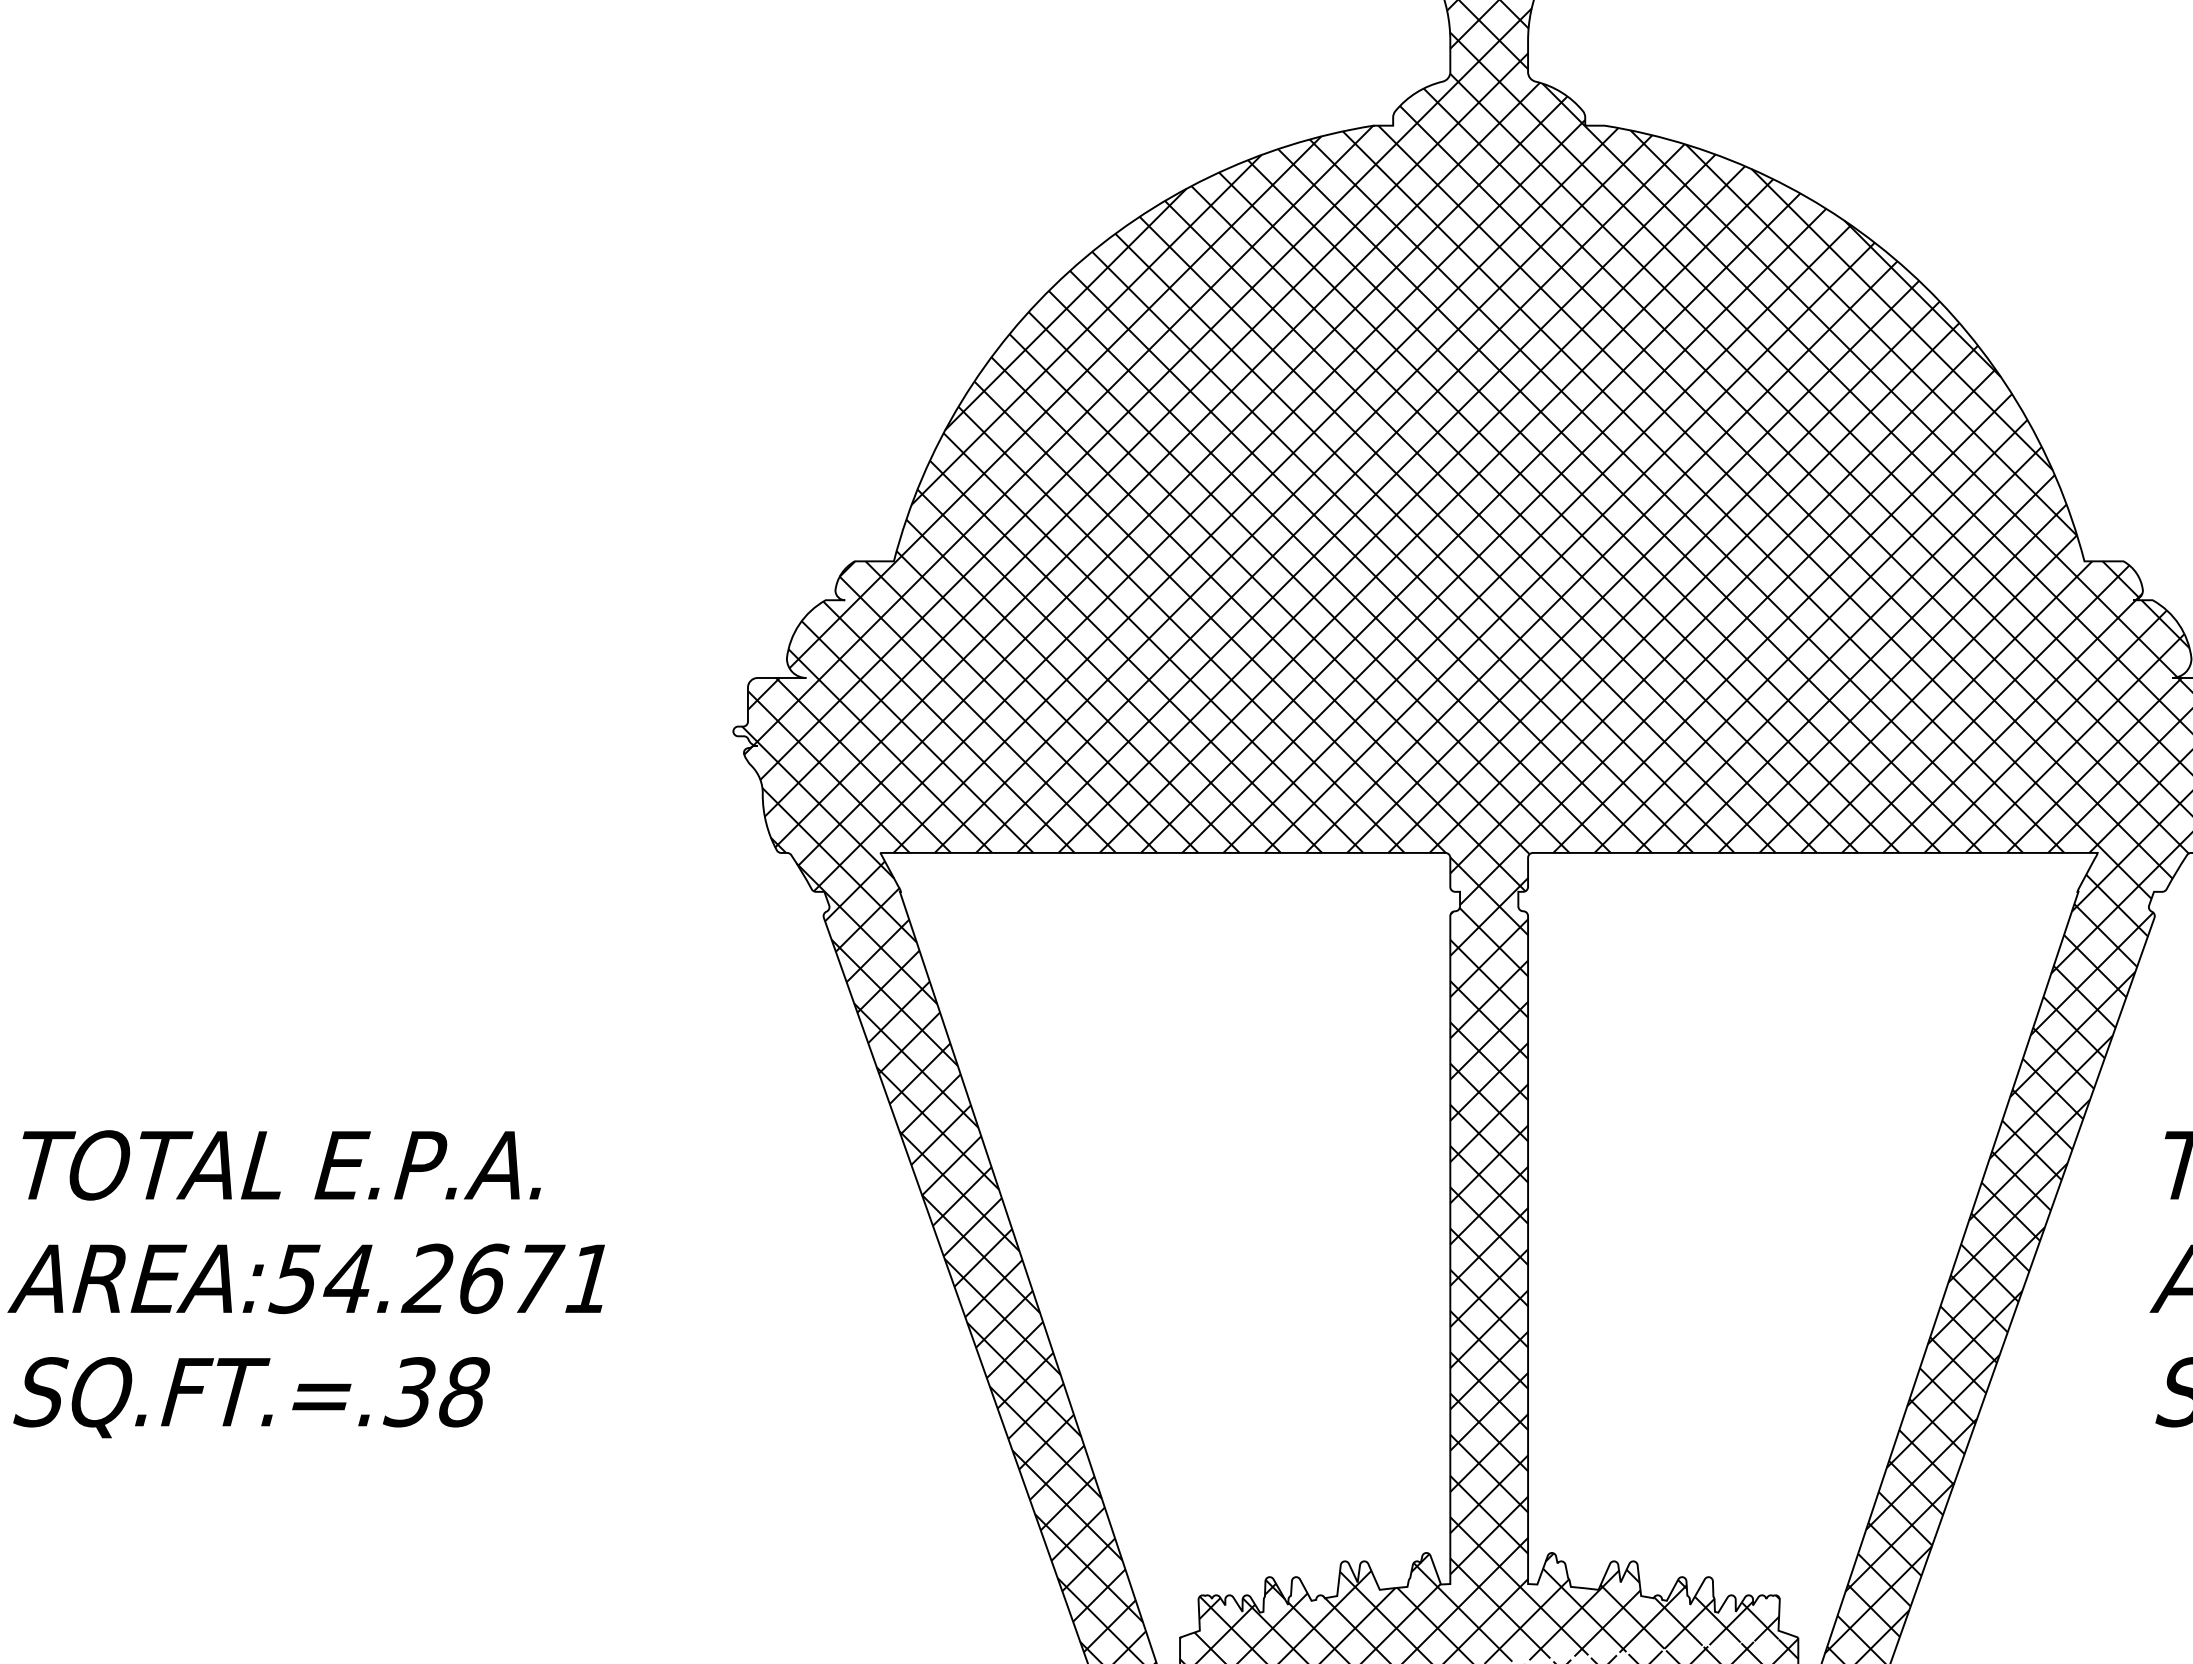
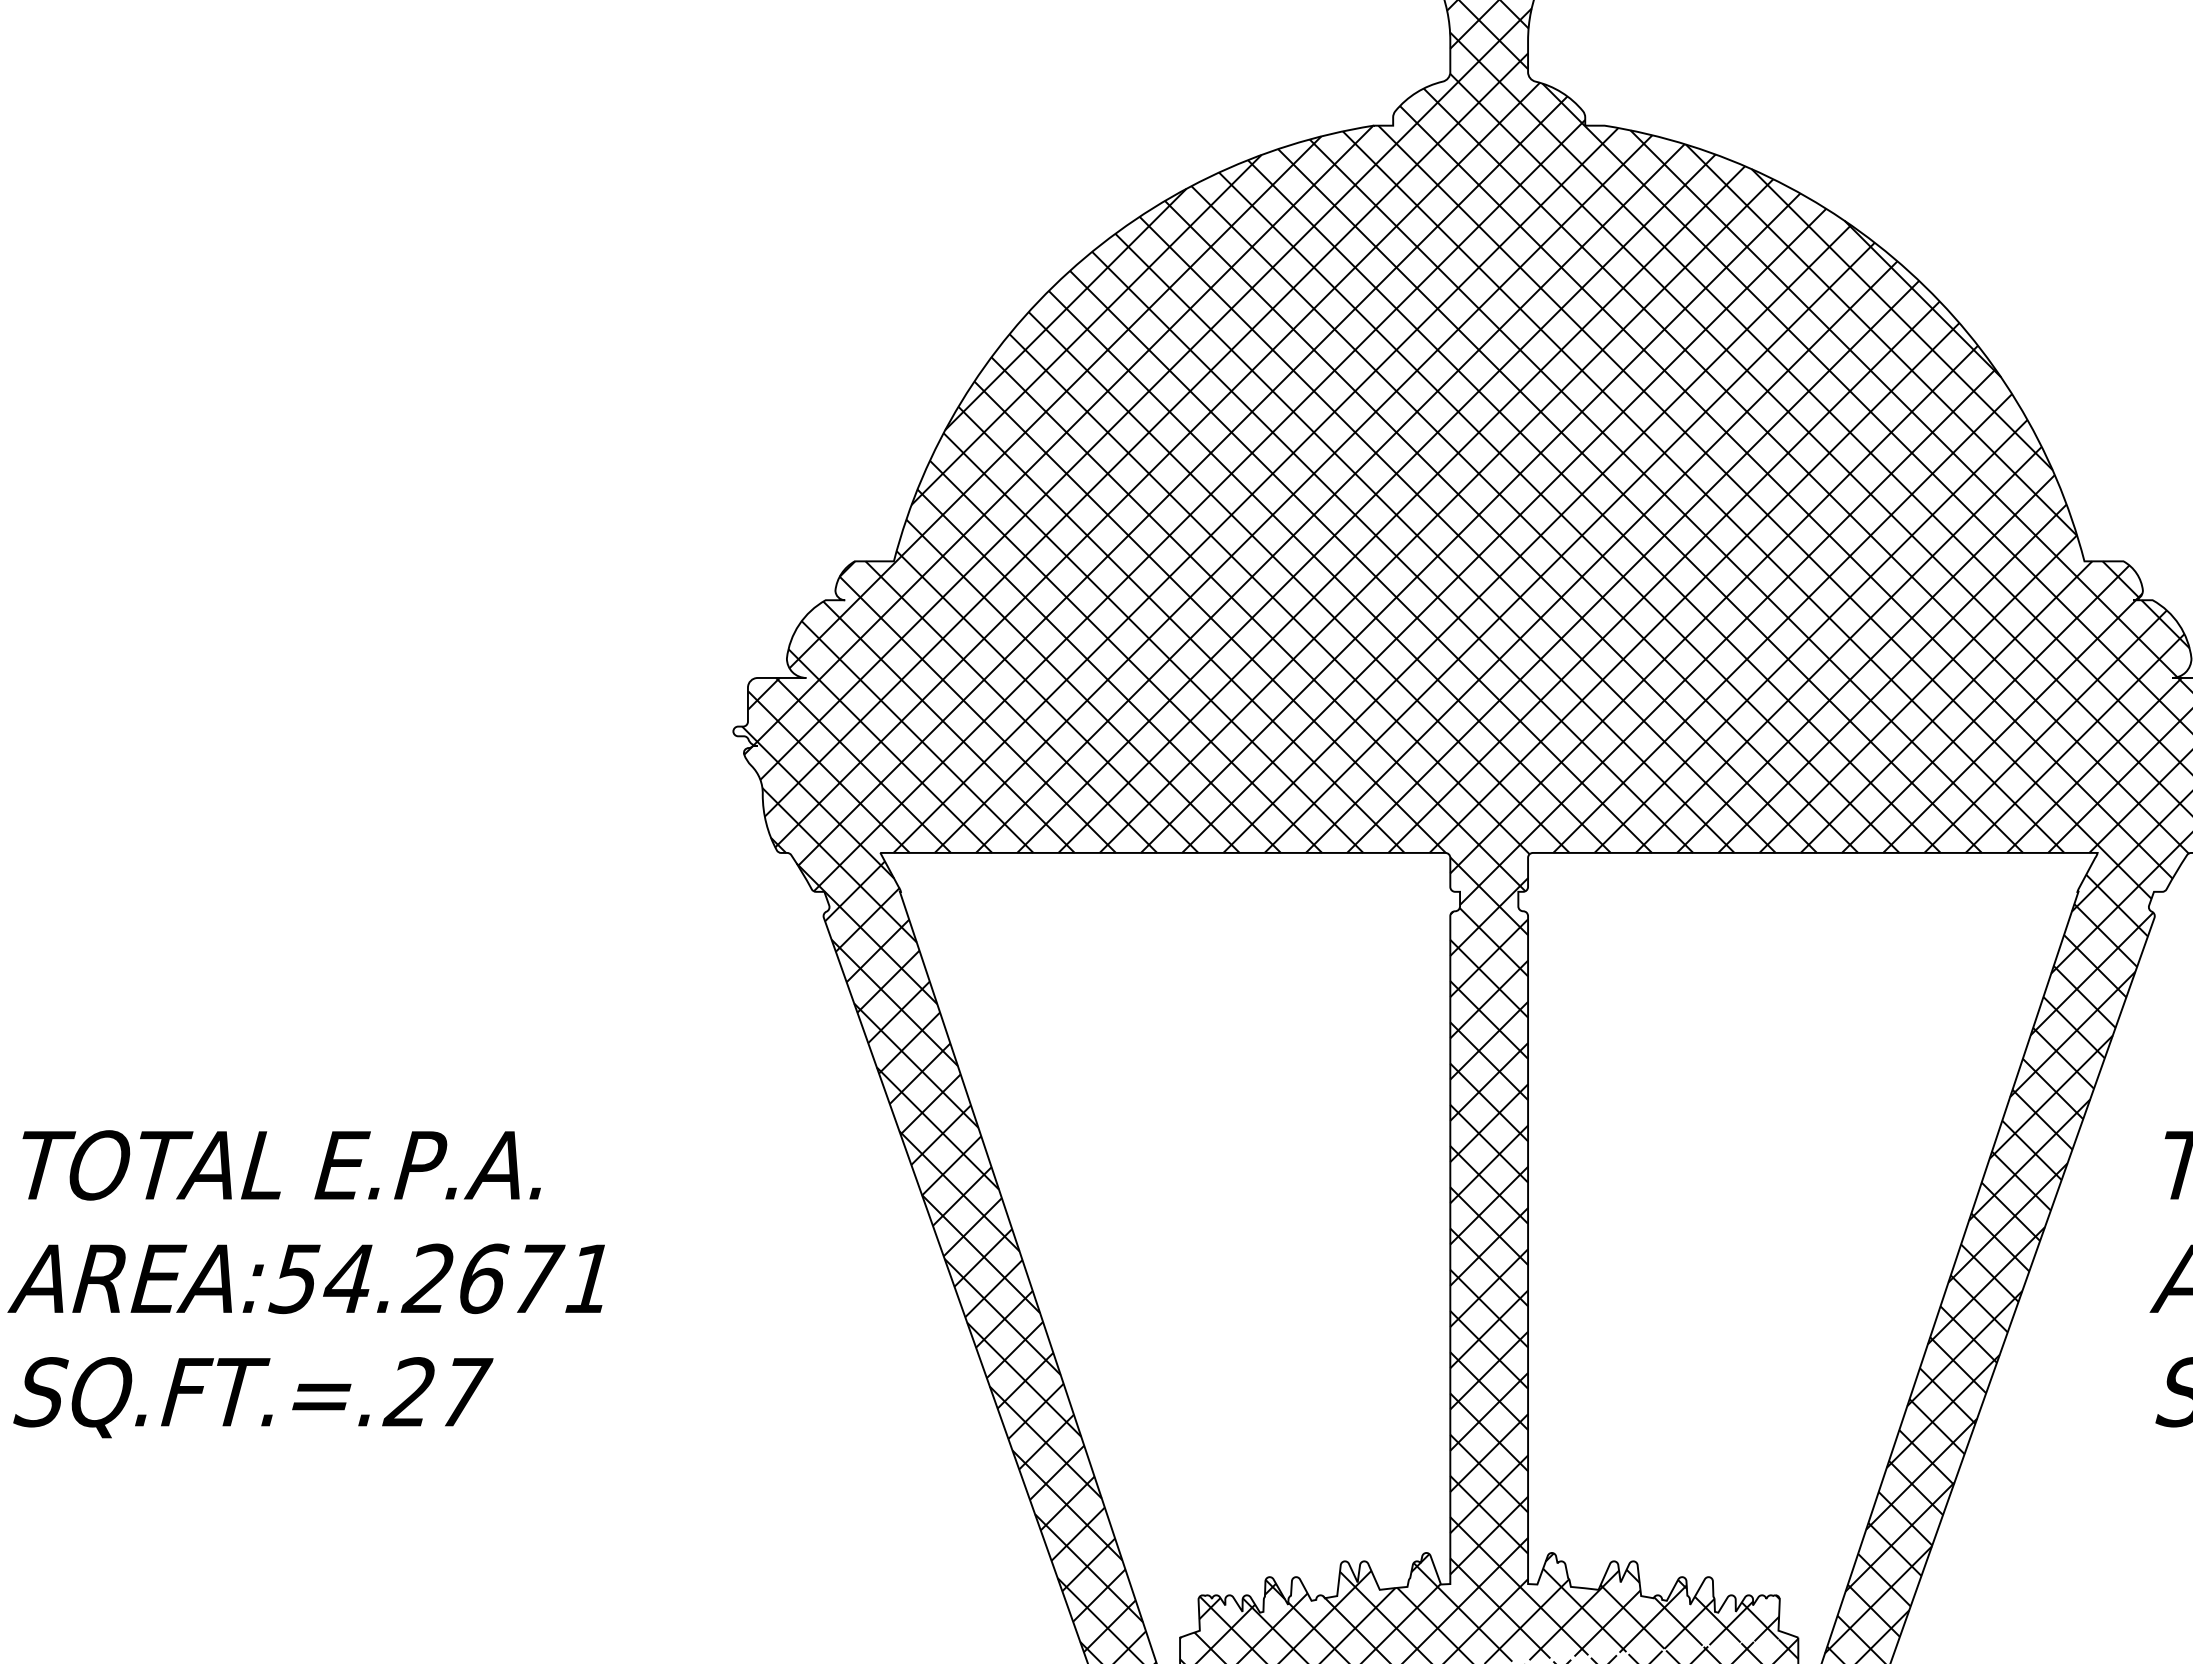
text at (437, 1392): SQ.FT.=.38 -> SQ.FT.=.27
